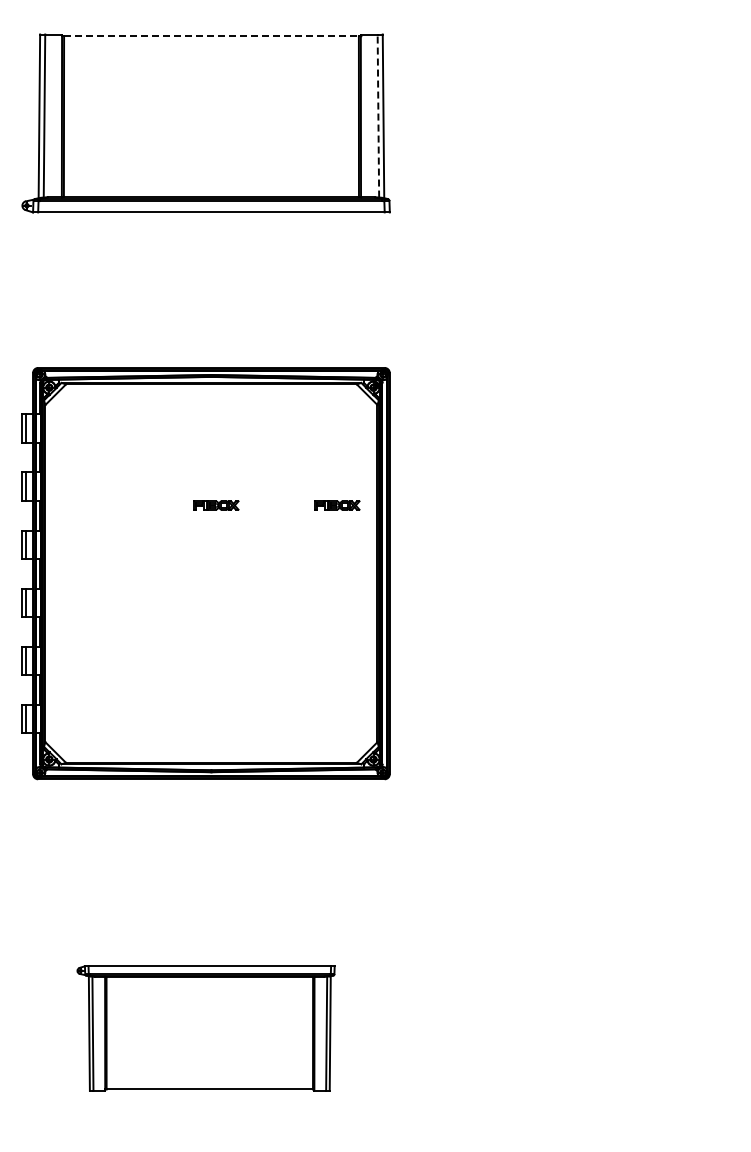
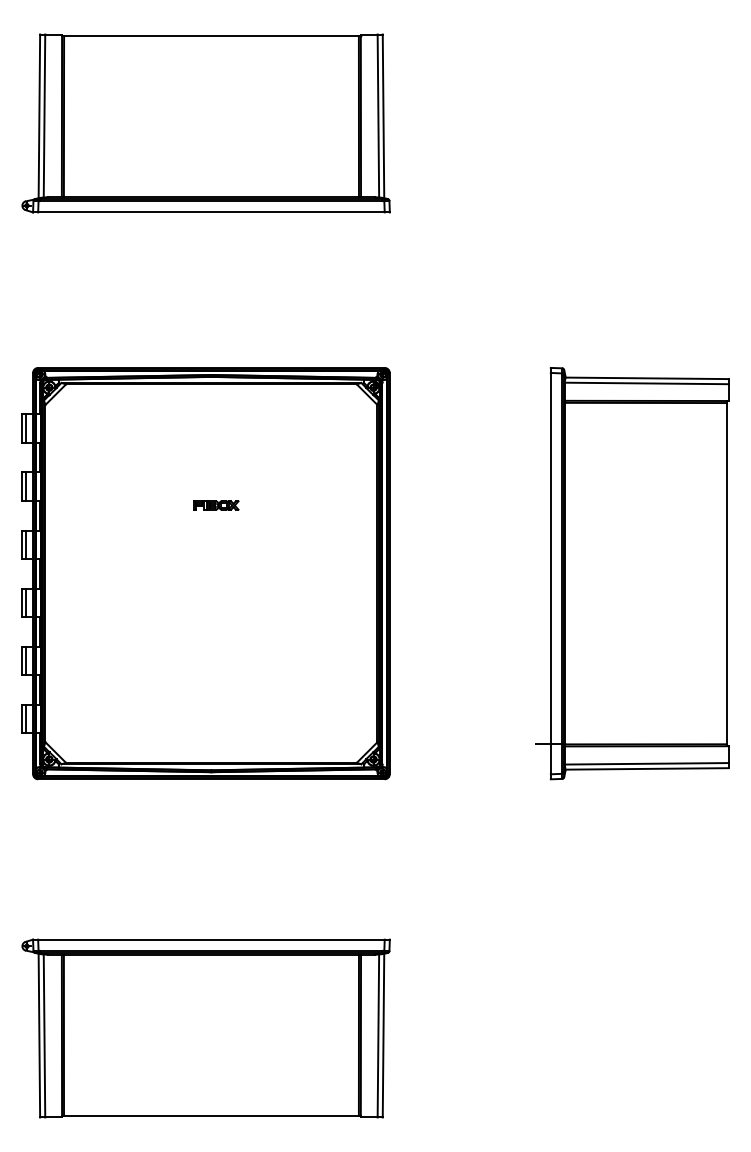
line at (212, 36): dashed -> solid
line at (378, 116): dashed -> solid
part at (337, 505): present -> none
part at (632, 573): none -> present
part at (205, 1028) size: 260x127 px -> 370x181 px
